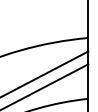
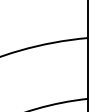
line at (45, 73): present -> none
line at (45, 86): present -> none
